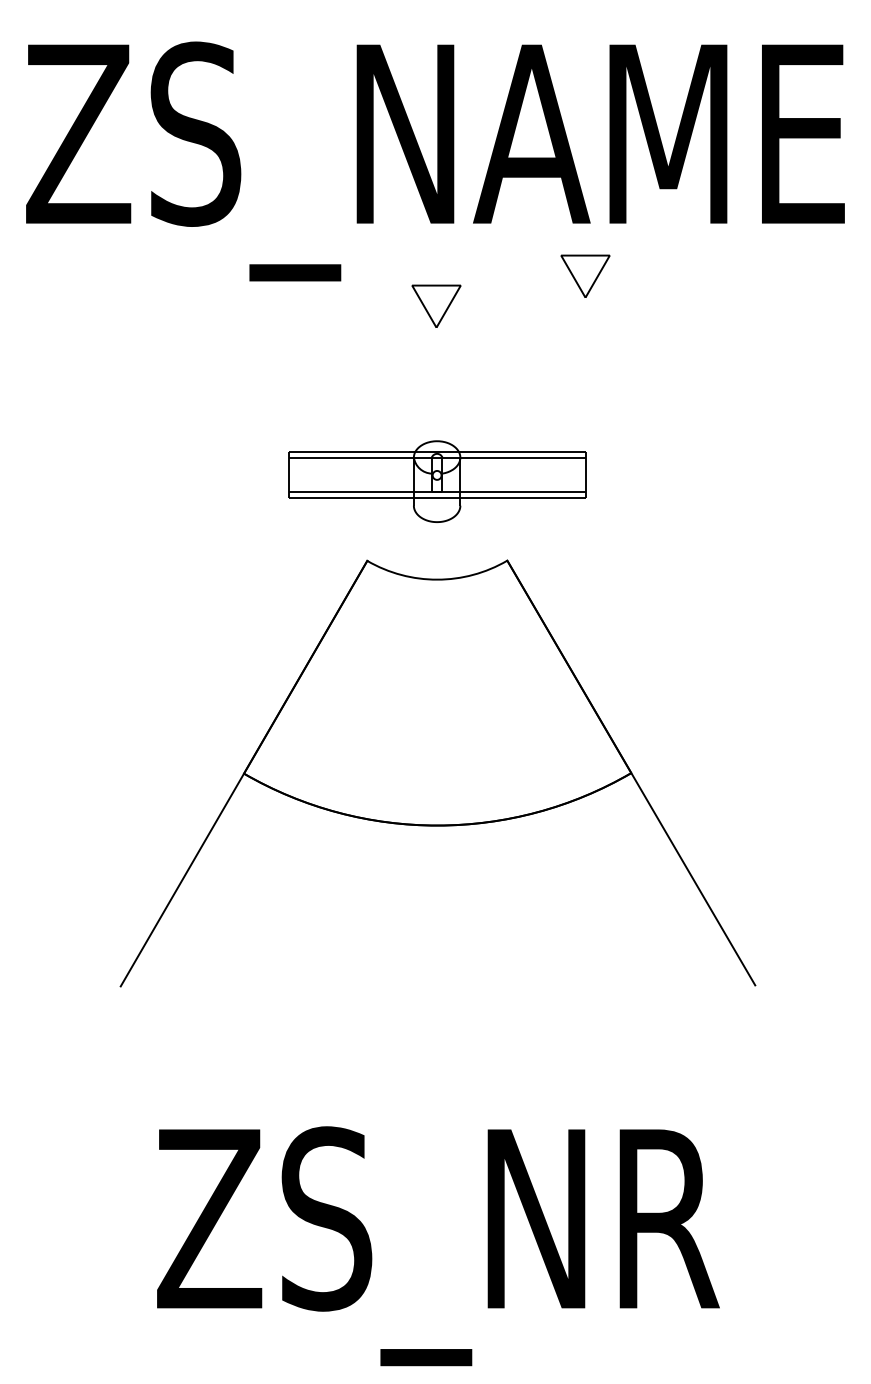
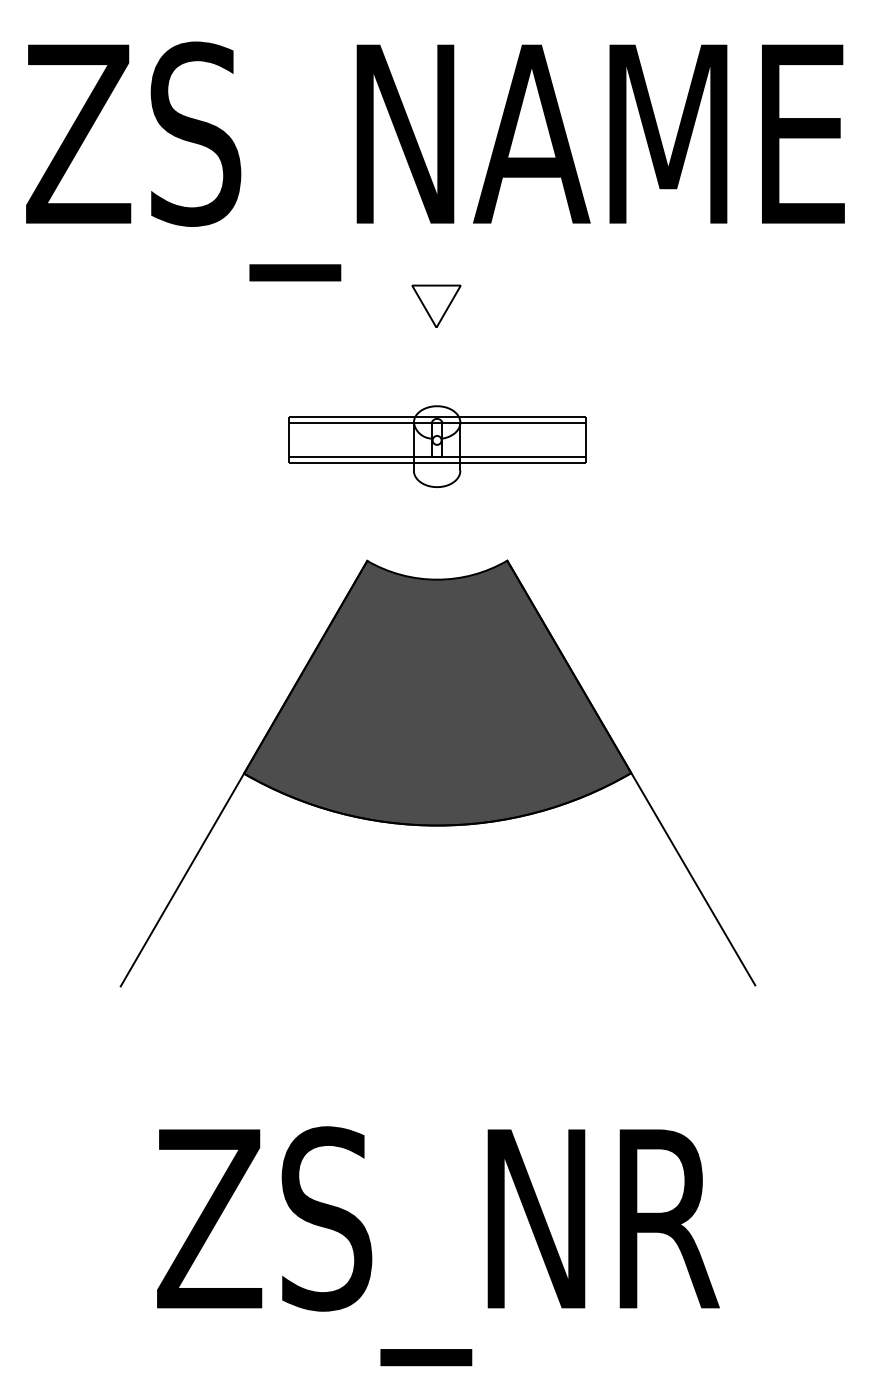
part at (585, 275): present -> none
part at (437, 481) position: (437, 481) -> (437, 446)
fill at (437, 692): none -> present
